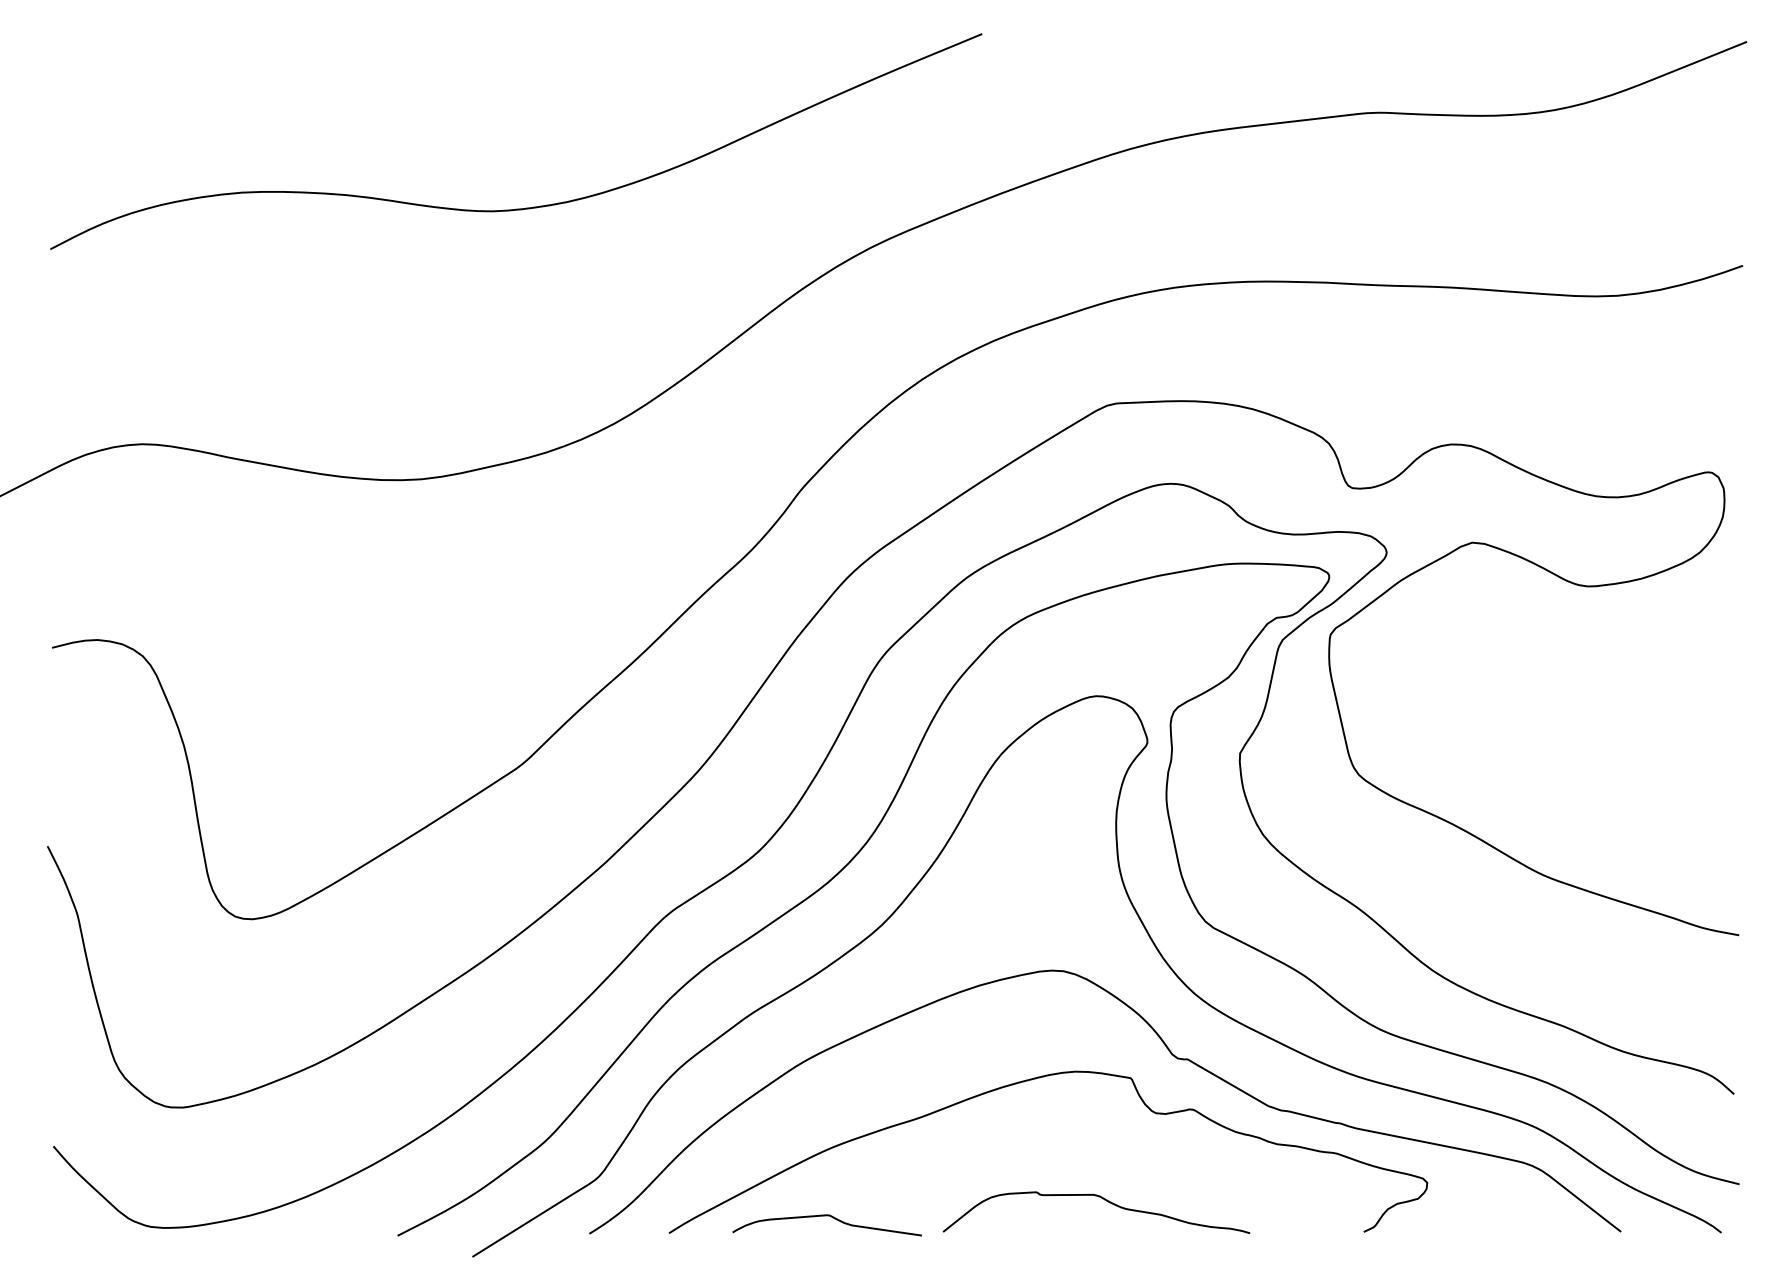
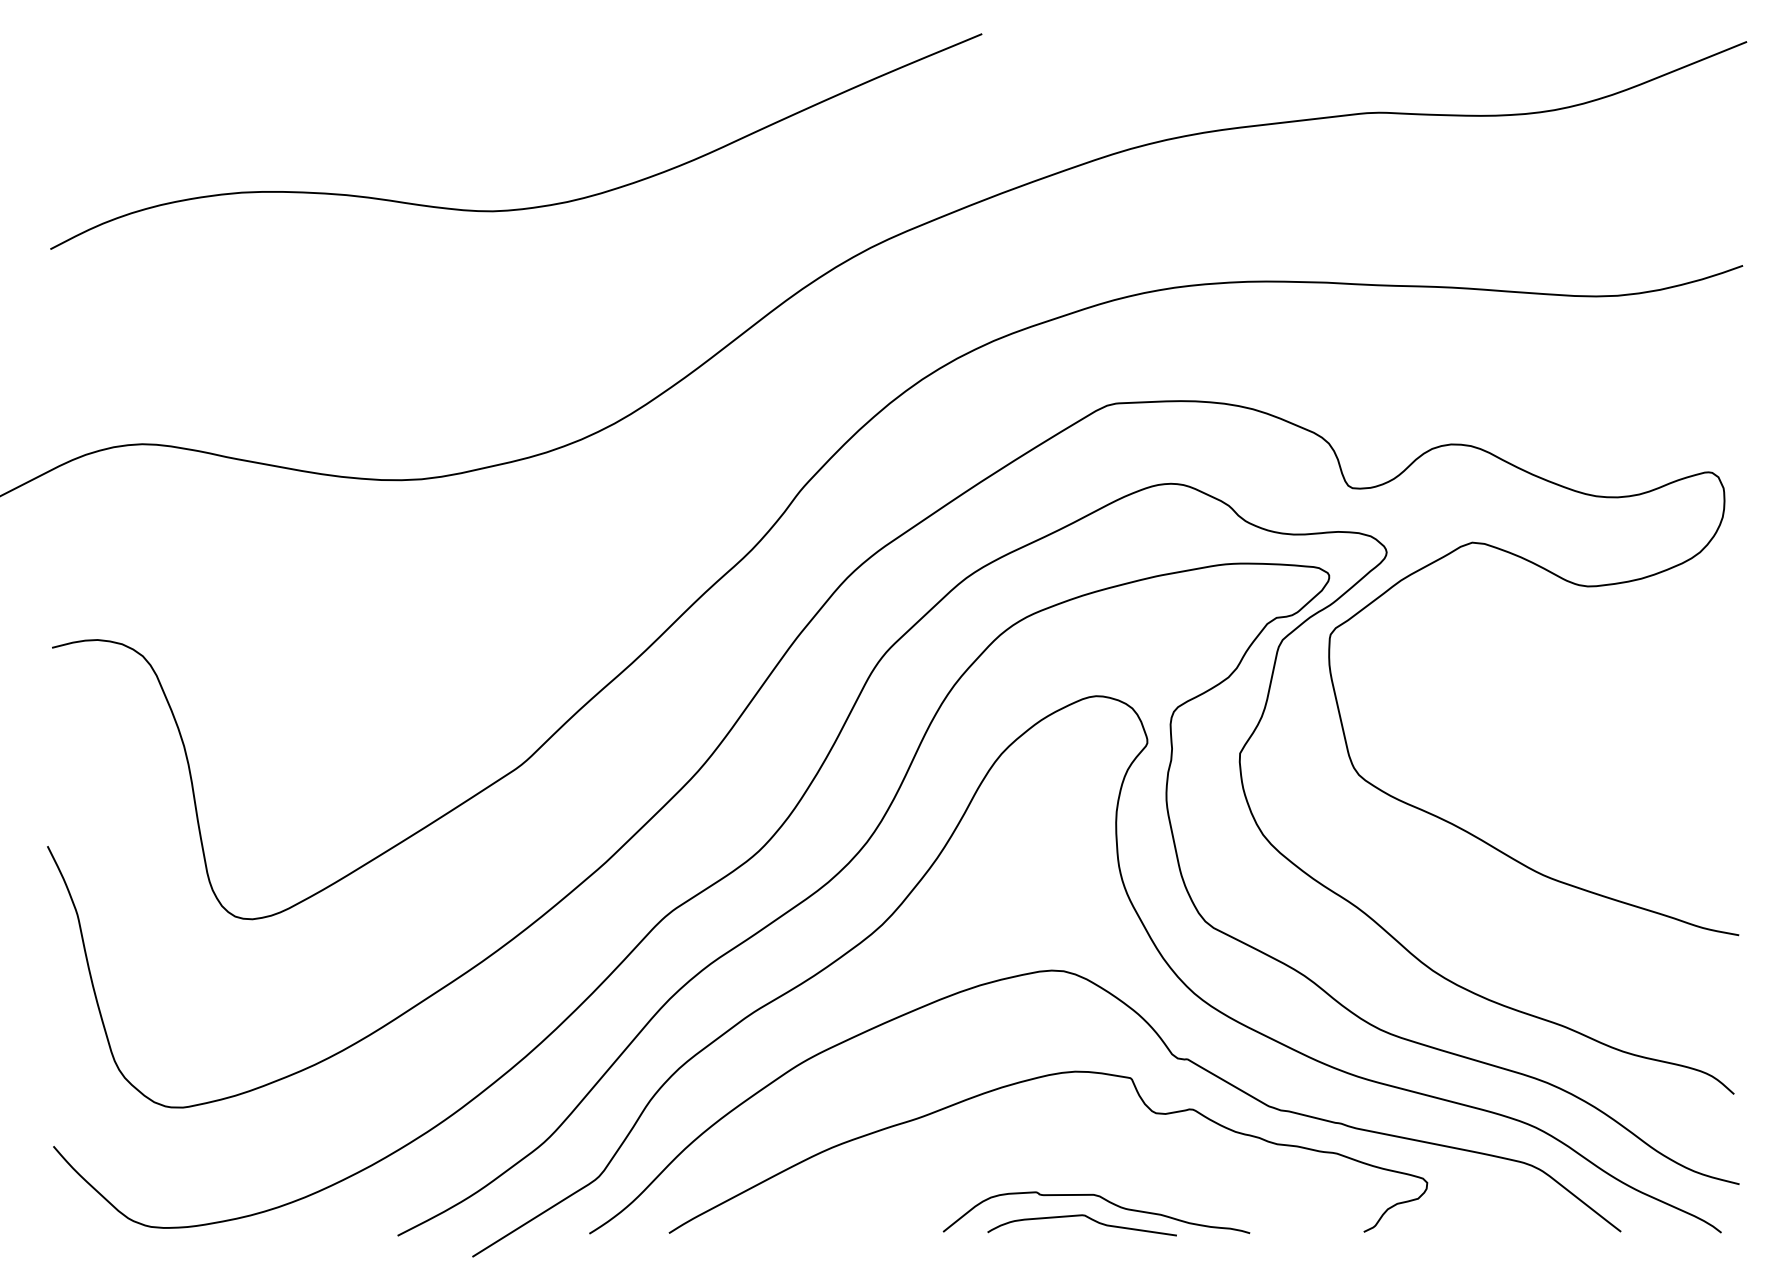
curve at (826, 1216) position: (826, 1216) -> (1081, 1216)
